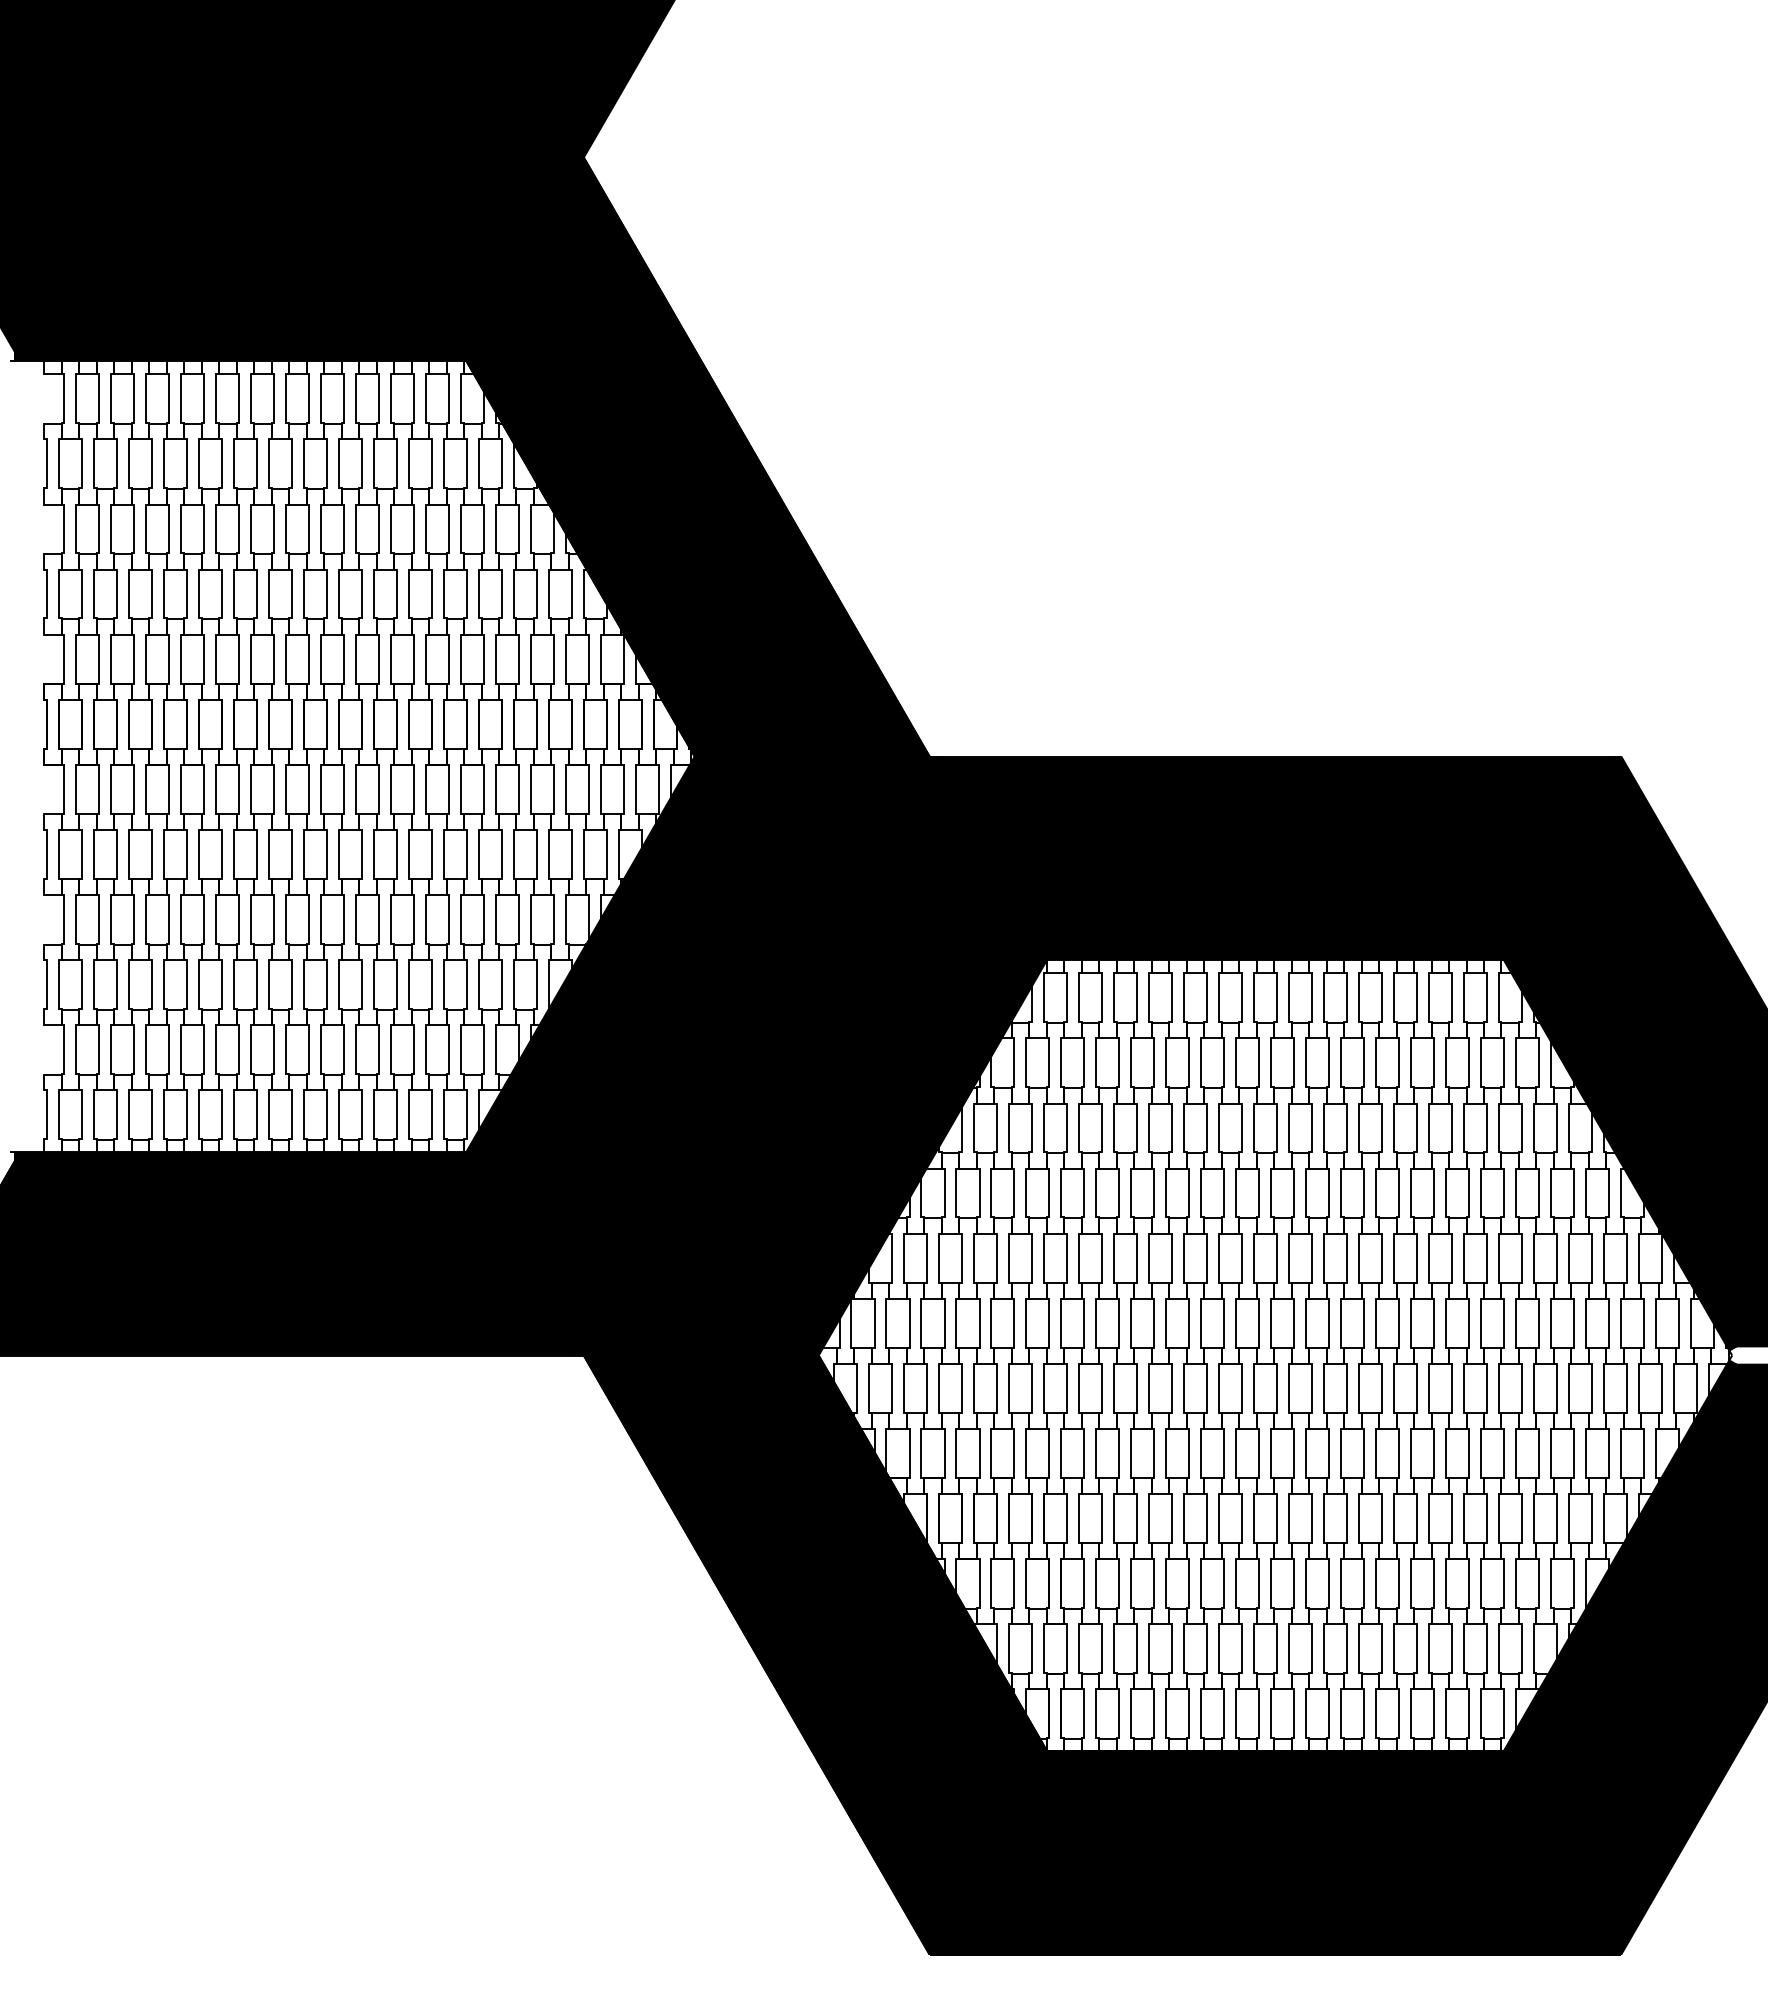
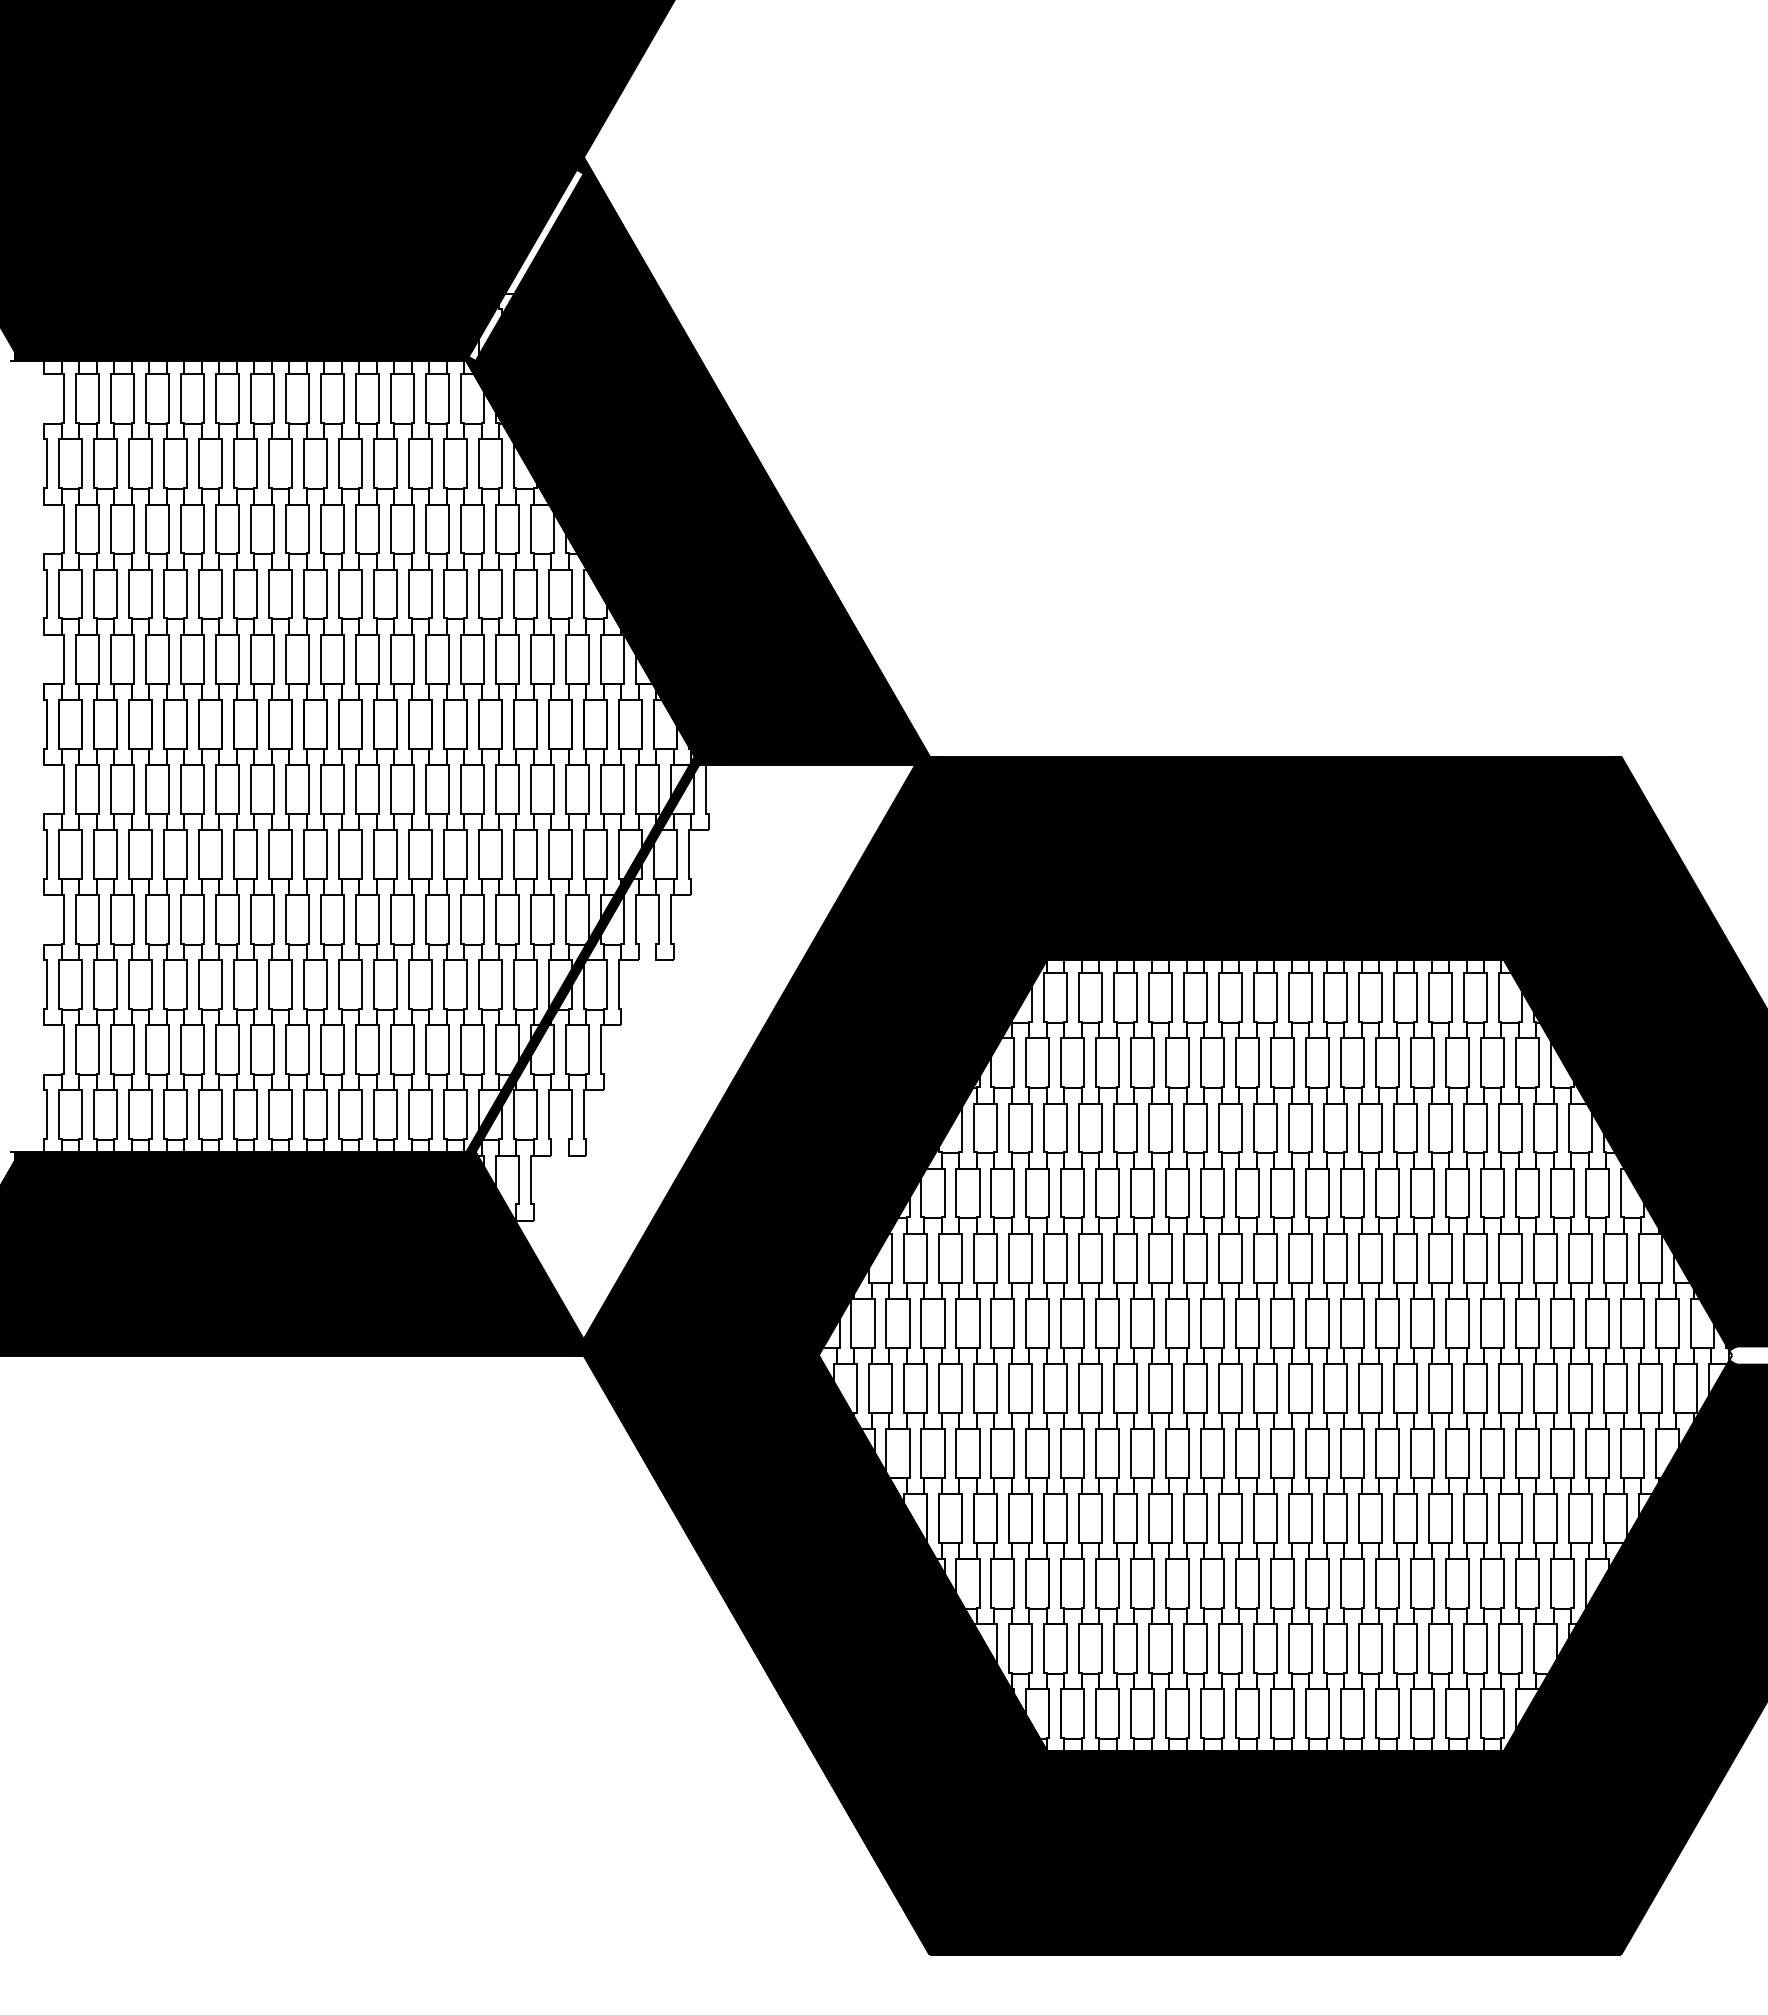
fill at (525, 264): present -> none
fill at (695, 1051): present -> none
